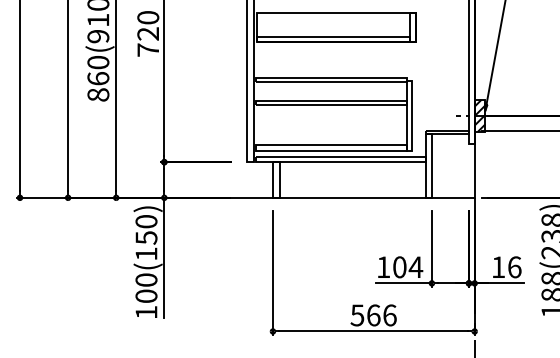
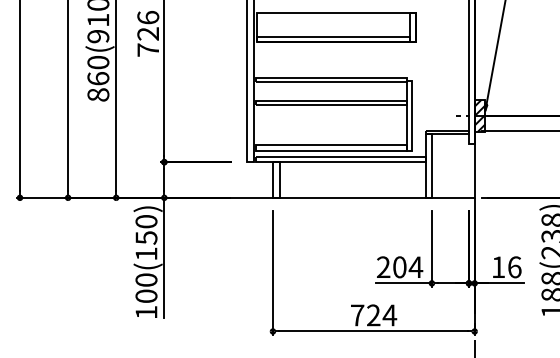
text at (148, 17): 720 -> 726
text at (383, 266): 104 -> 204
text at (373, 315): 566 -> 724
